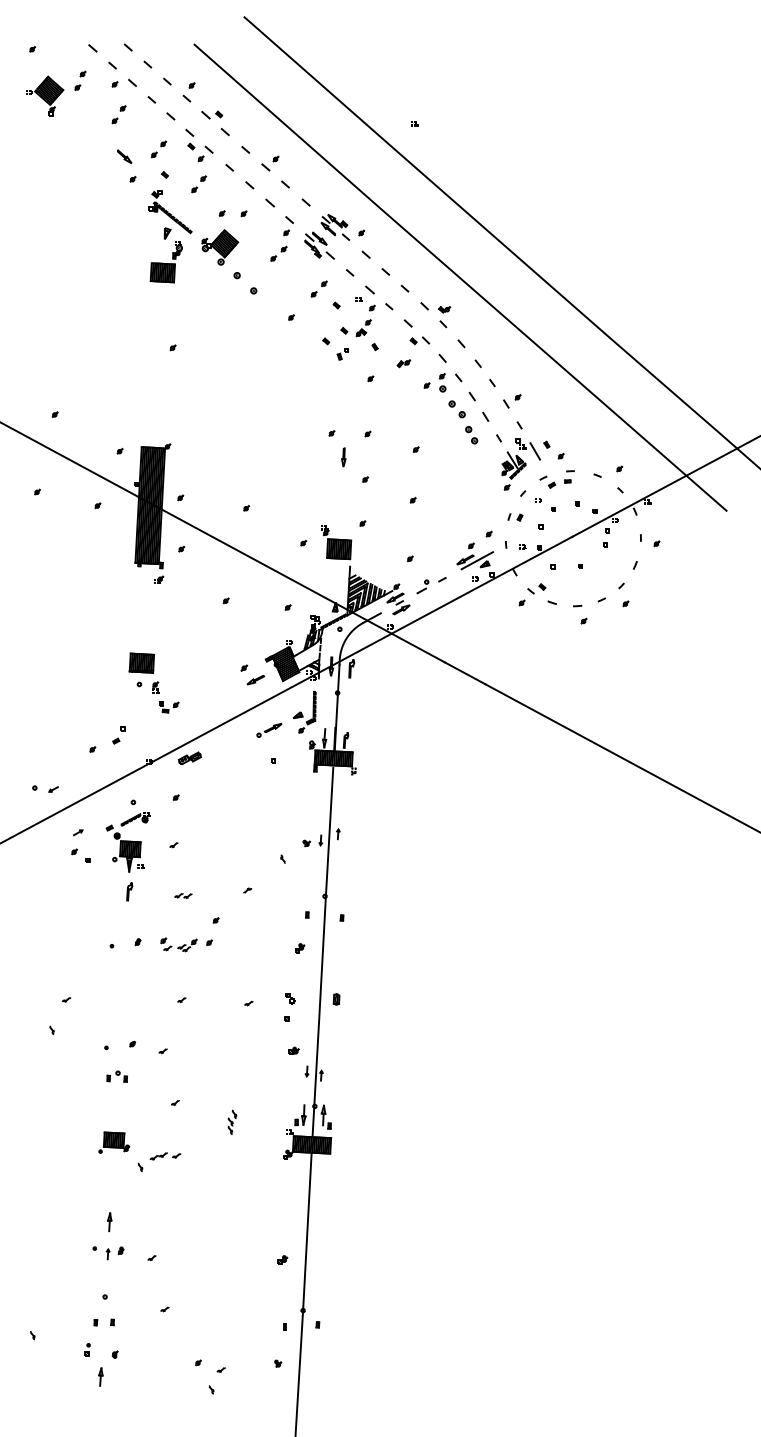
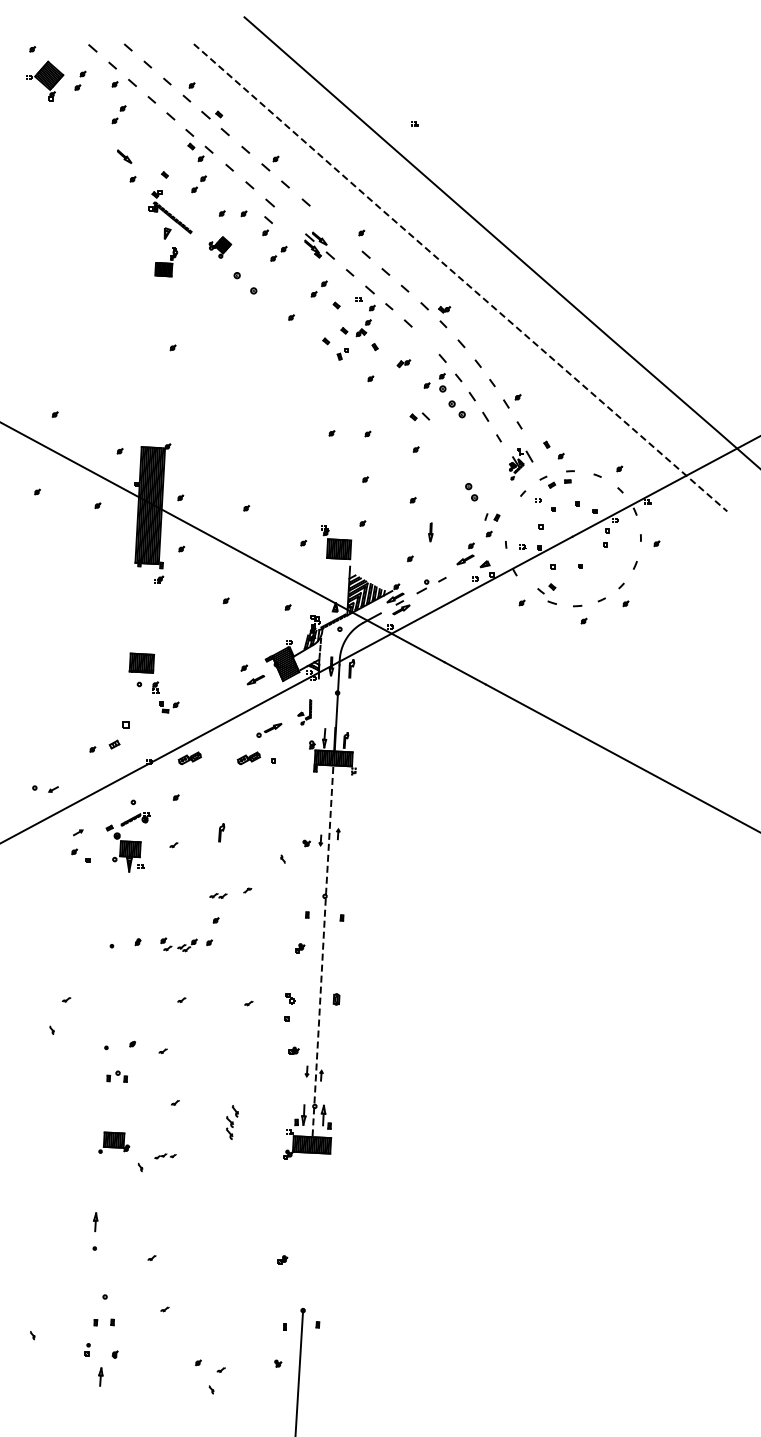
part at (45, 95) position: (45, 95) -> (45, 80)
part at (158, 149): present -> none
part at (288, 226) position: (288, 226) -> (267, 226)
part at (335, 227): present -> none
part at (220, 247) size: 39x37 px -> 25x23 px
part at (165, 262) size: 34x43 px -> 25x31 px
line at (460, 278): solid -> dashed
part at (419, 340) position: (419, 340) -> (419, 416)
part at (471, 435) position: (471, 435) -> (471, 492)
part at (343, 457) position: (343, 457) -> (430, 532)
part at (520, 464) size: 40x53 px -> 25x33 px
part at (515, 517) position: (515, 517) -> (492, 517)
line at (477, 560): present -> none
part at (536, 588) position: (536, 588) -> (546, 588)
part at (304, 712) size: 25x43 px -> 16x27 px
part at (118, 735) size: 14x19 px -> 22x29 px
part at (248, 758): none -> present
part at (129, 891) position: (129, 891) -> (221, 832)
part at (183, 895) position: (183, 895) -> (218, 895)
line at (322, 951): solid -> dashed
part at (232, 1121) size: 11x26 px -> 13x35 px
part at (165, 1156) size: 33x9 px -> 23x7 px
part at (109, 1222) position: (109, 1222) -> (95, 1222)
line at (307, 1231): present -> none
part at (114, 1253): present -> none
